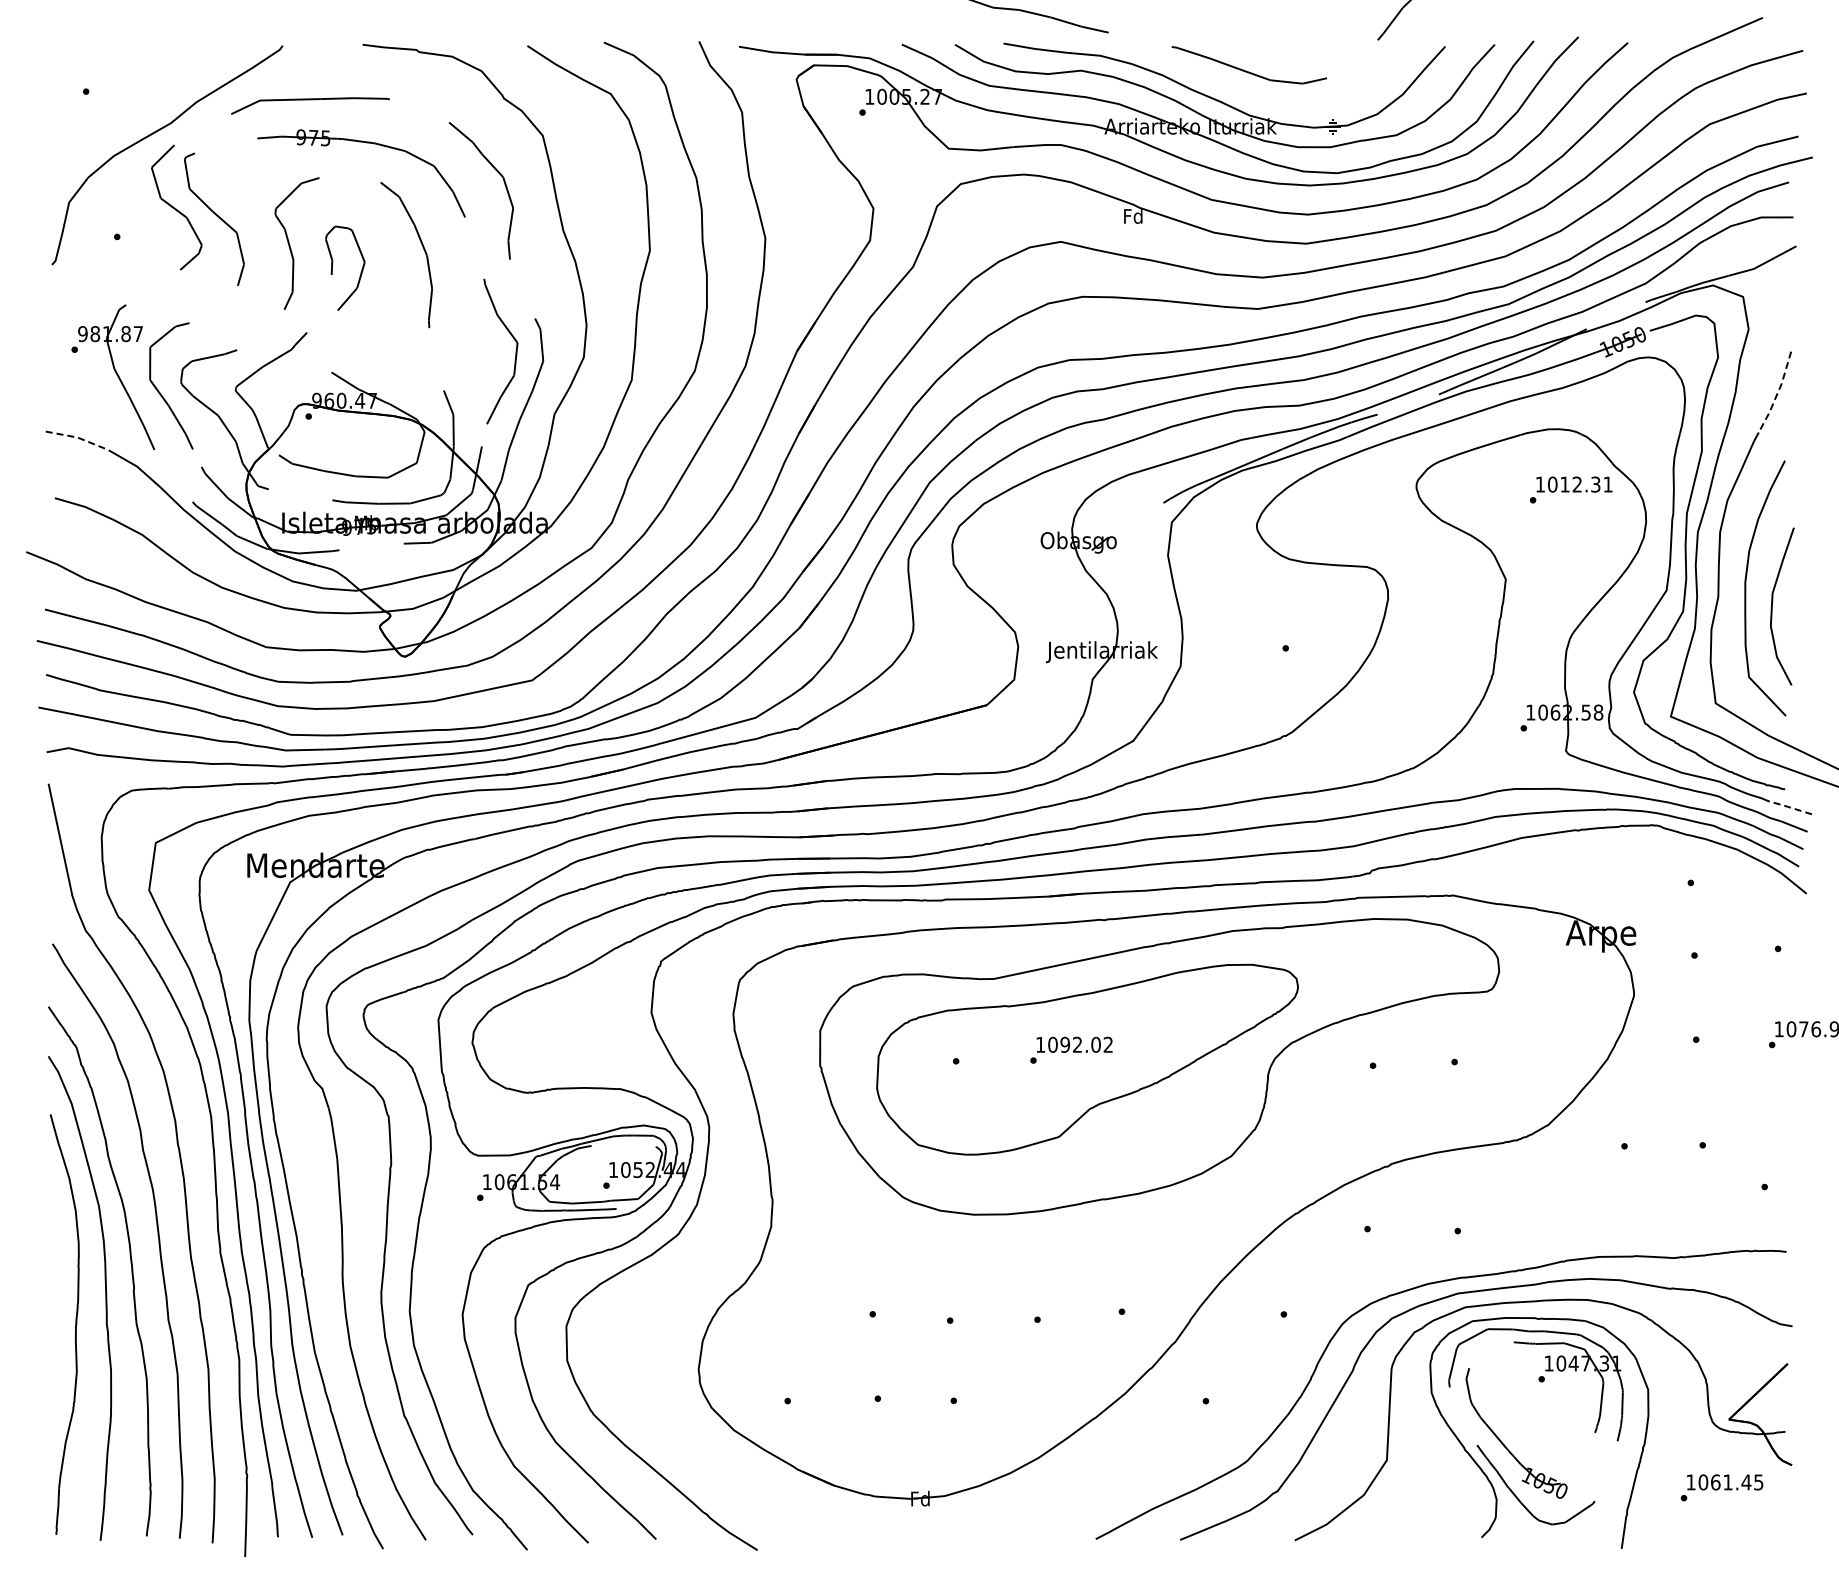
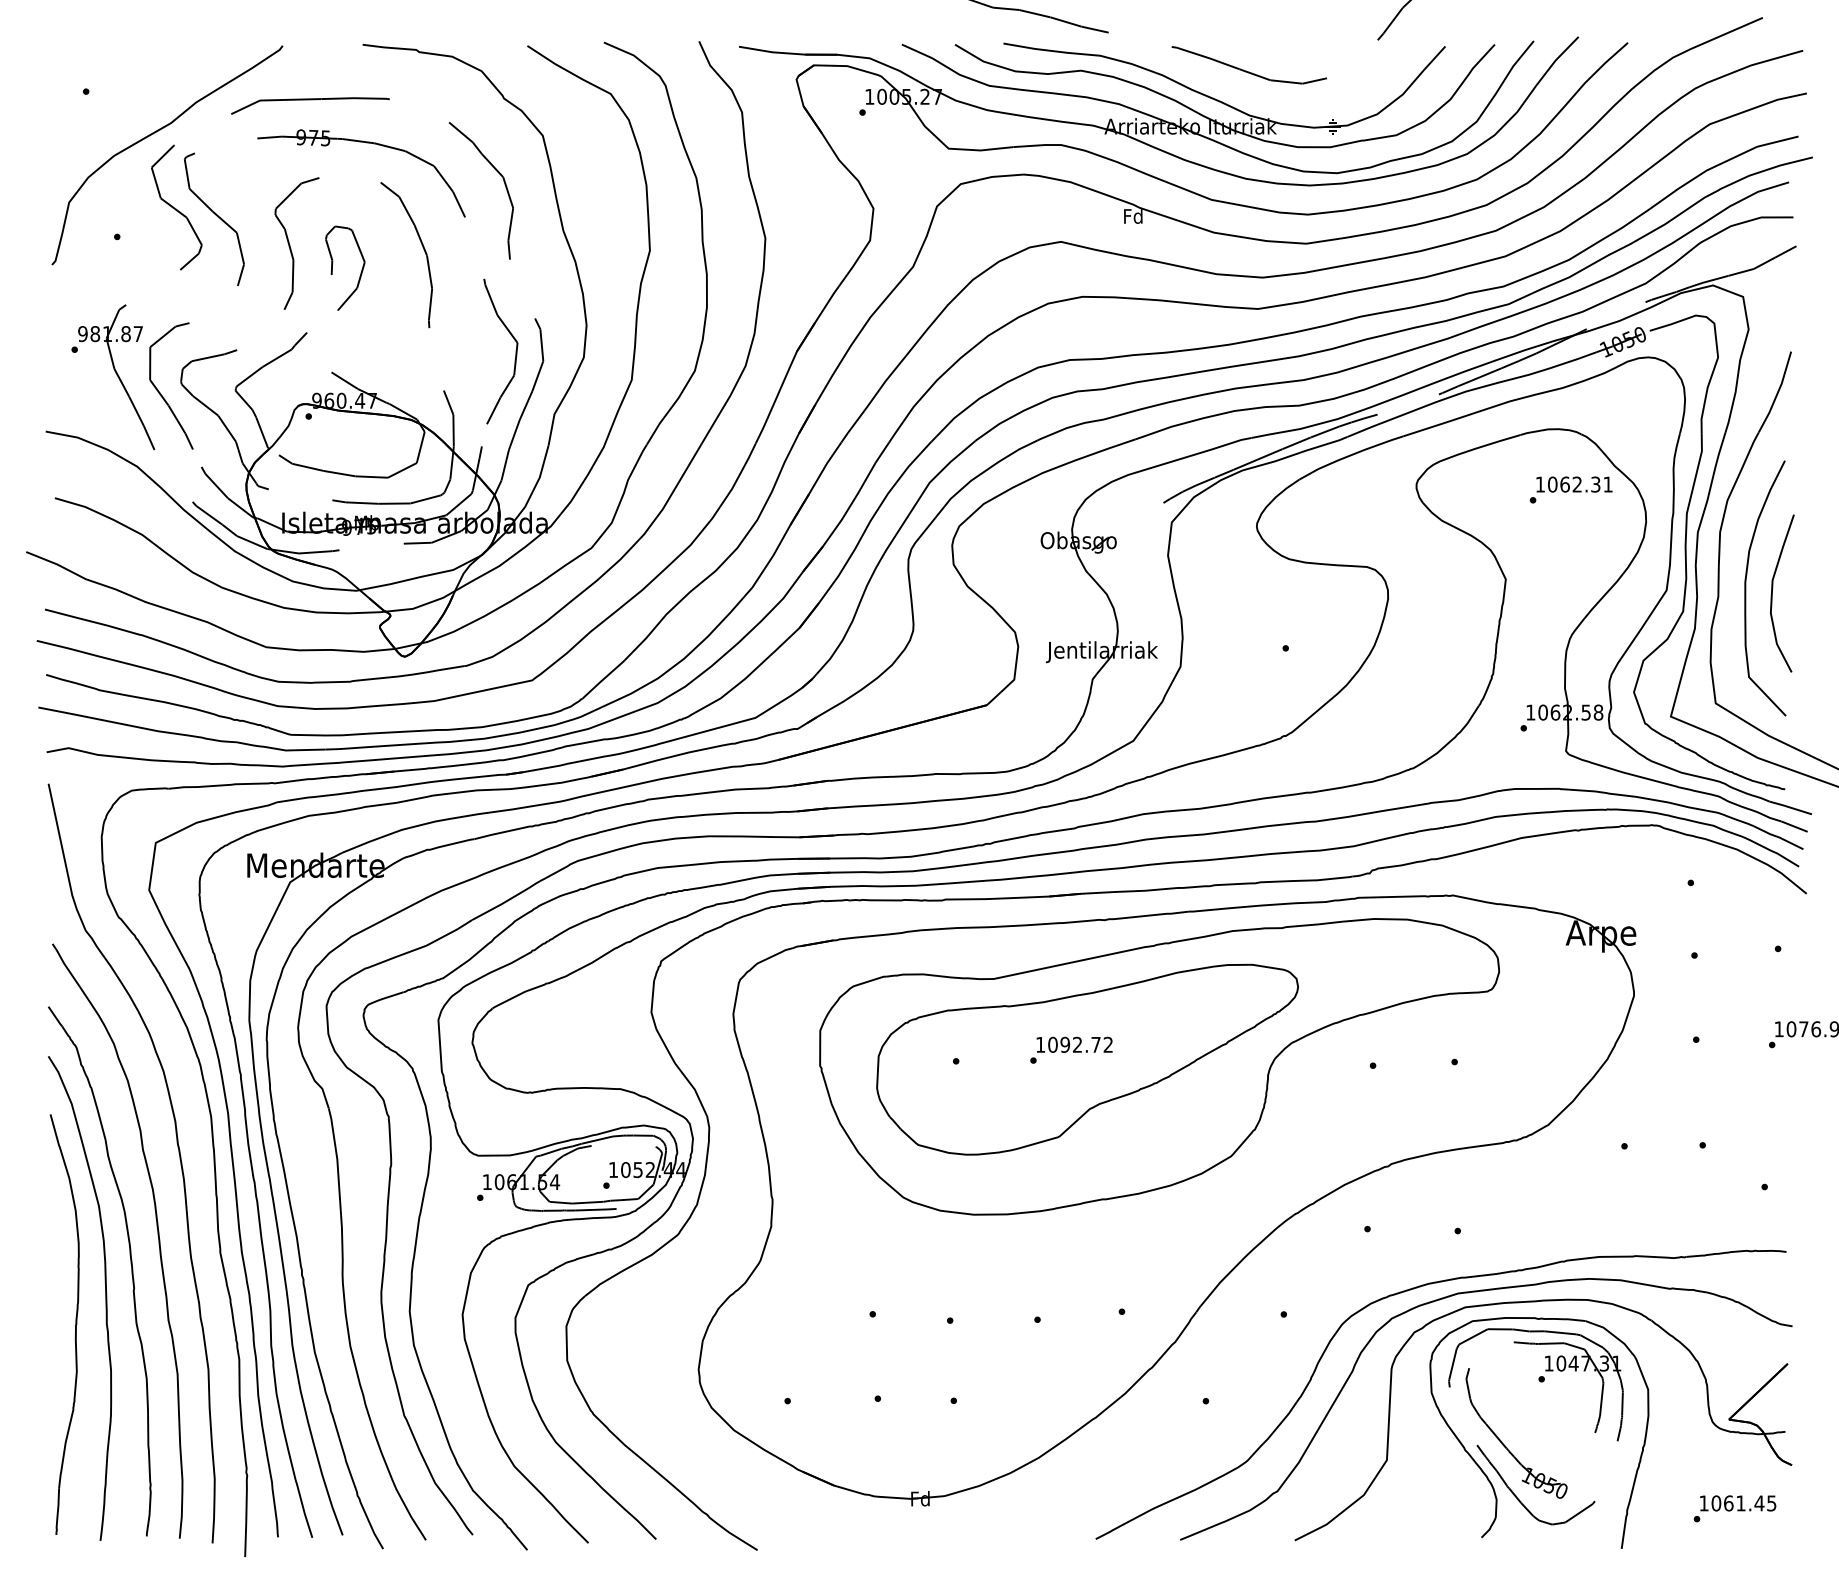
line at (1777, 393): dashed -> solid
line at (78, 437): dashed -> solid
text at (1564, 484): 1012.31 -> 1062.31
curve at (1772, 606) position: (1772, 606) -> (1772, 593)
line at (1789, 807): dashed -> solid
text at (1095, 1044): 1092.02 -> 1092.72
text at (1721, 1487) position: (1721, 1487) -> (1734, 1508)
